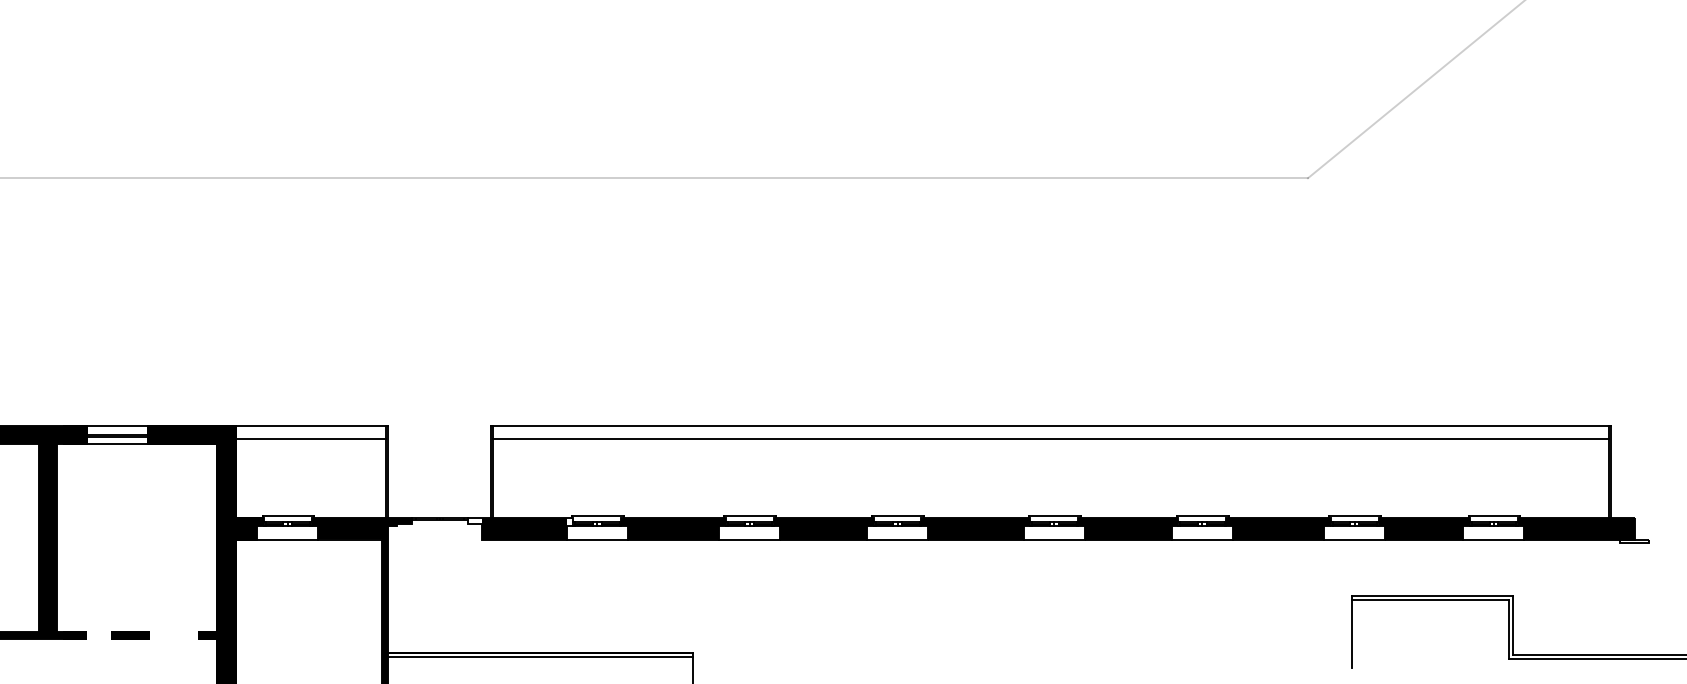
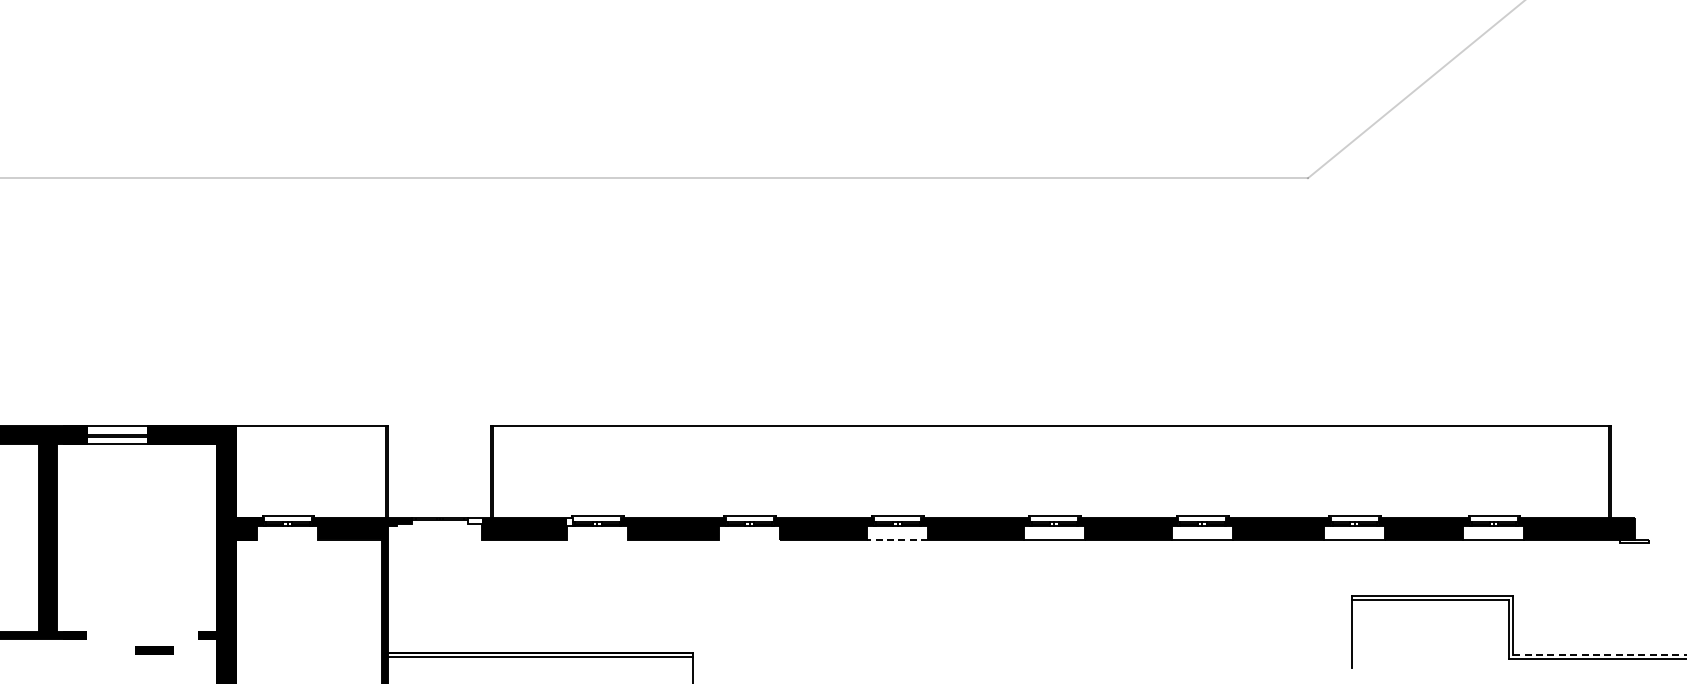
line at (311, 439): present -> none
line at (1050, 439): present -> none
line at (287, 539): present -> none
line at (596, 539): present -> none
line at (749, 539): present -> none
line at (897, 539): solid -> dashed
part at (130, 635) position: (130, 635) -> (154, 650)
line at (1600, 654): solid -> dashed
